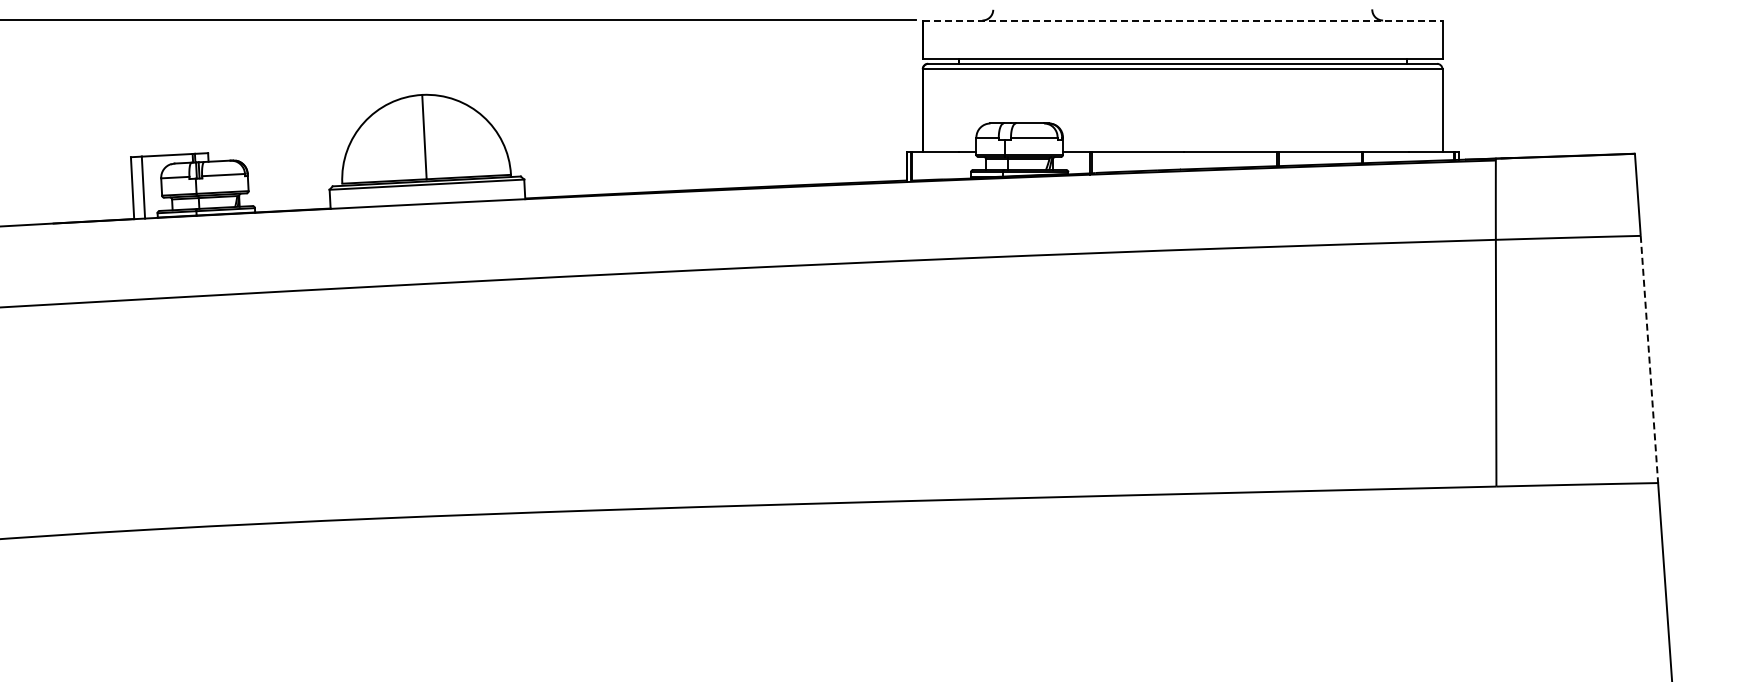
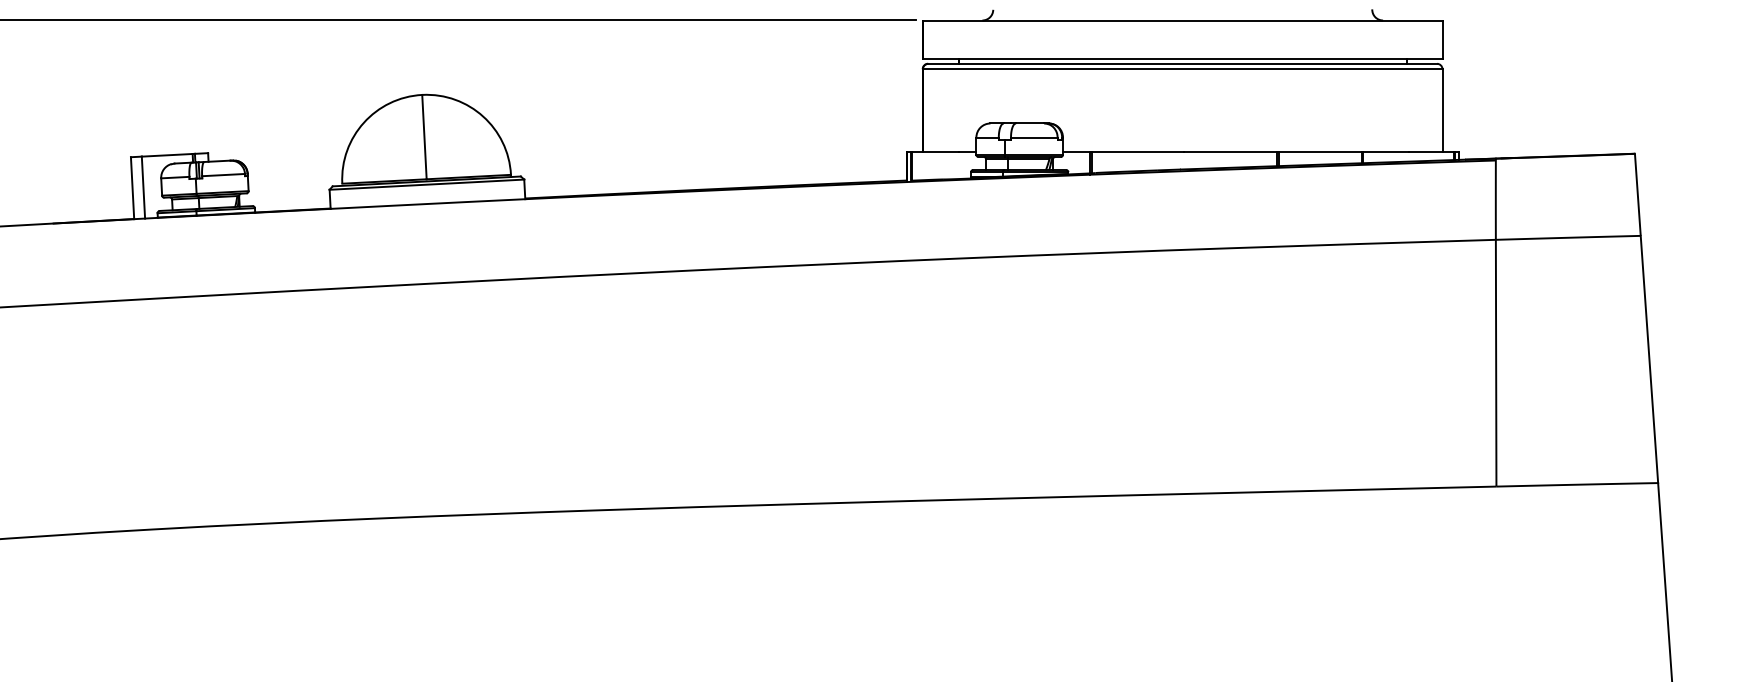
line at (1182, 20): dashed -> solid
line at (1649, 359): dashed -> solid
